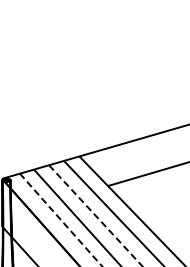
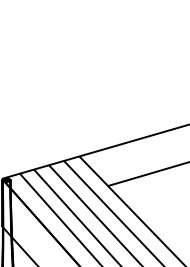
line at (95, 215): dashed -> solid
line at (61, 220): dashed -> solid
